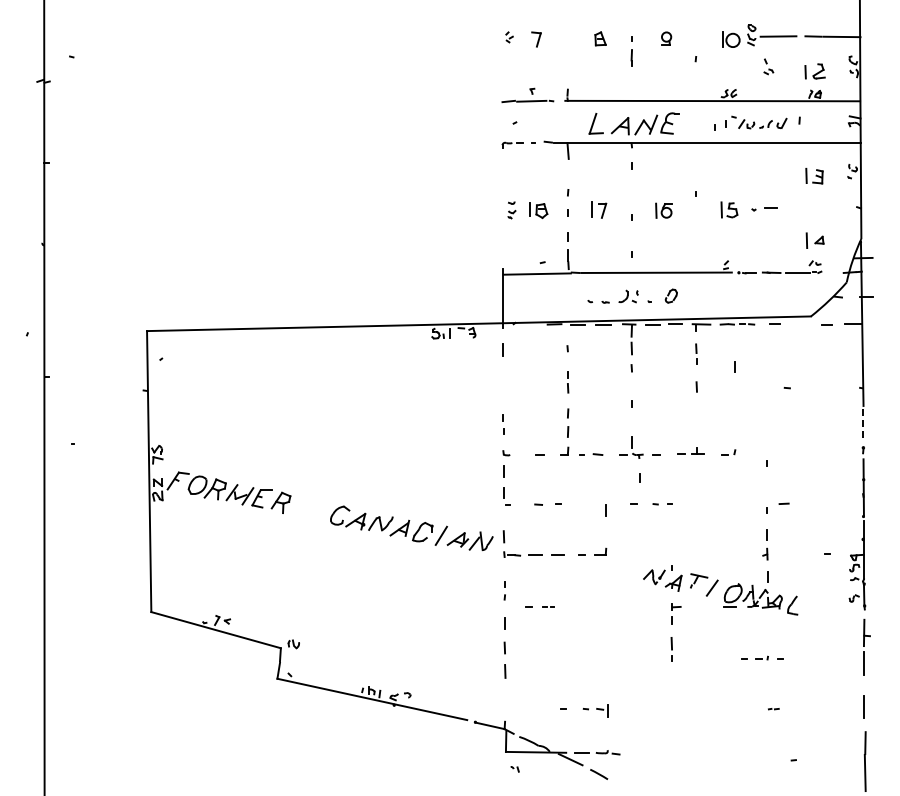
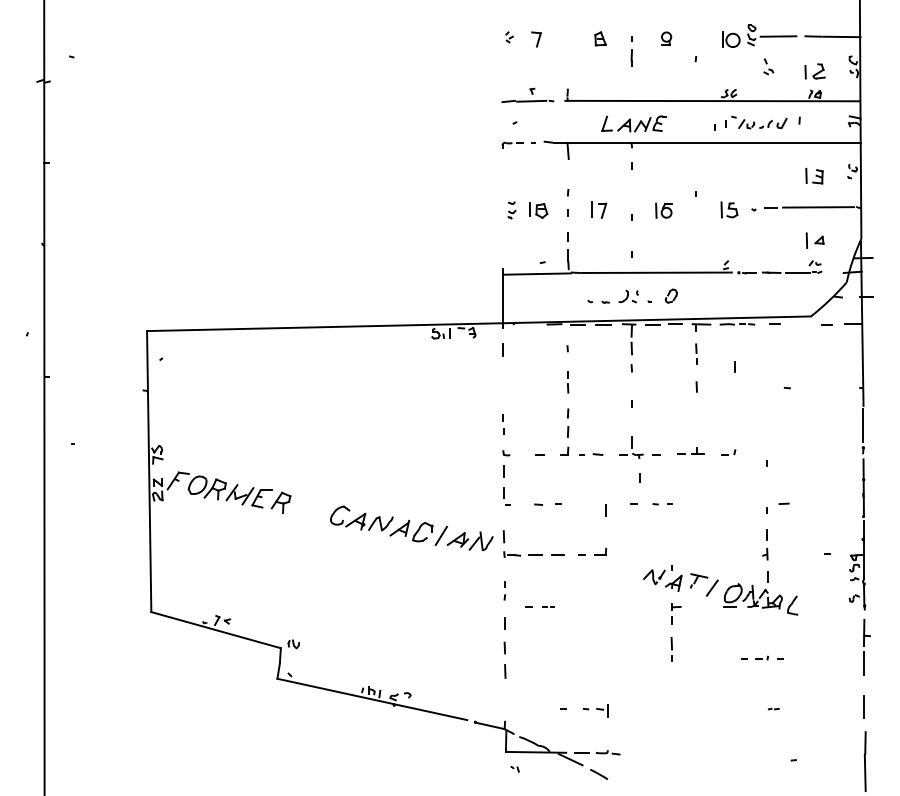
part at (633, 123) size: 92x24 px -> 66x18 px
line at (818, 207): none -> present
line at (862, 426): dashed -> solid
